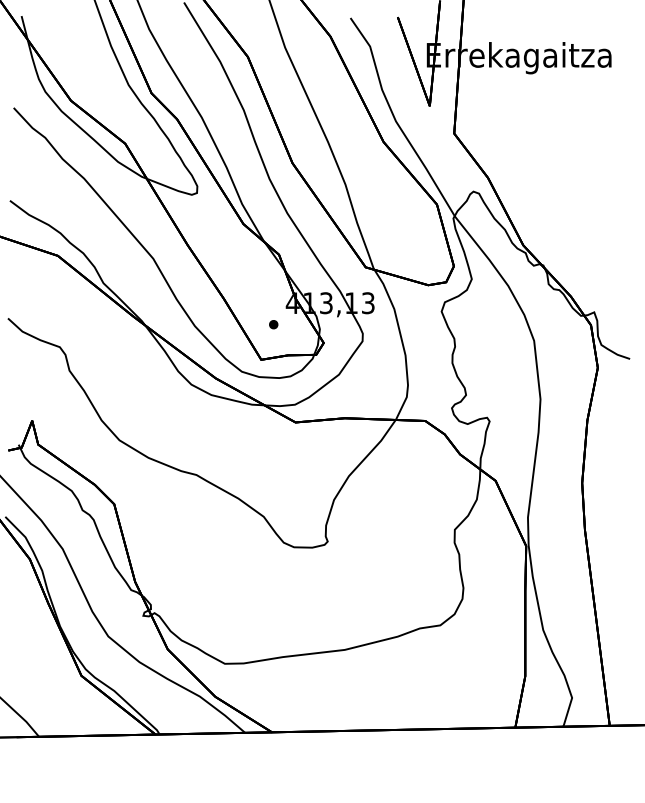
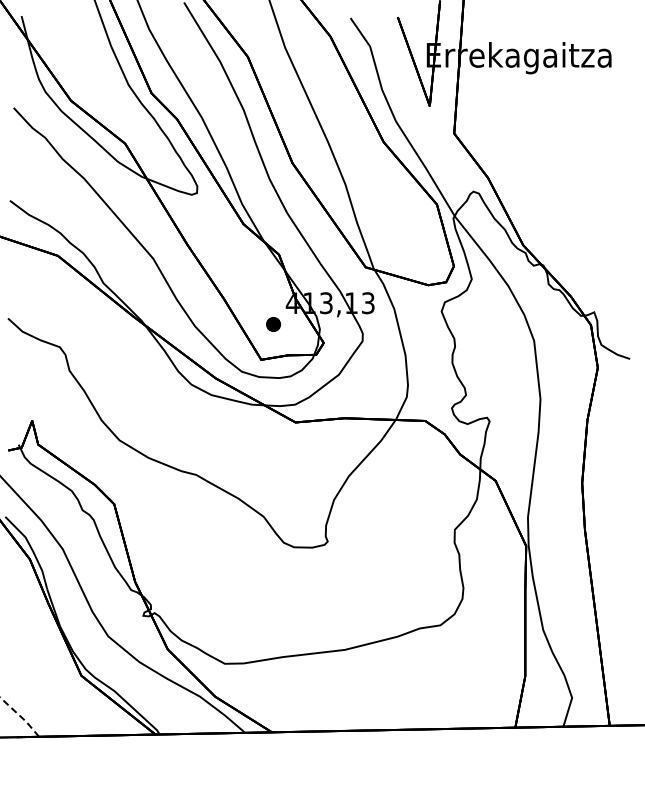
part at (273, 324) size: 10x10 px -> 15x15 px
line at (20, 716): solid -> dashed
